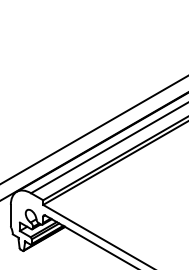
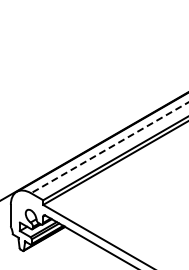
line at (93, 130): present -> none
line at (109, 147): solid -> dashed
